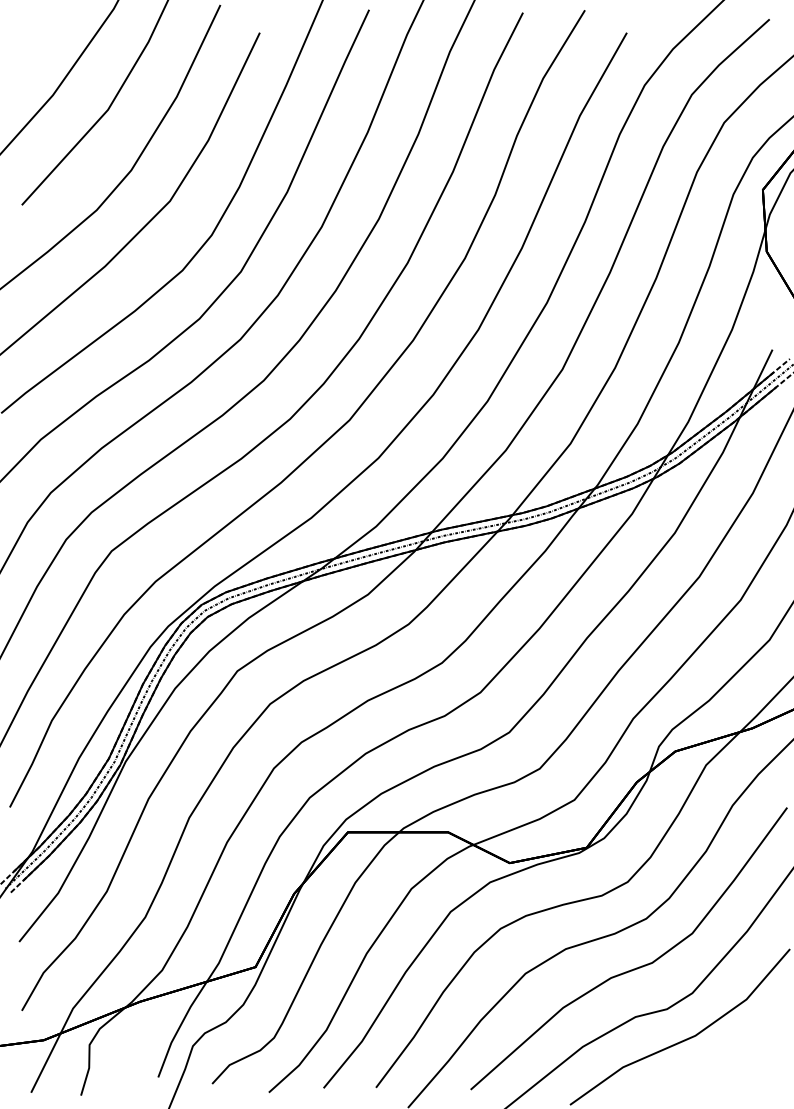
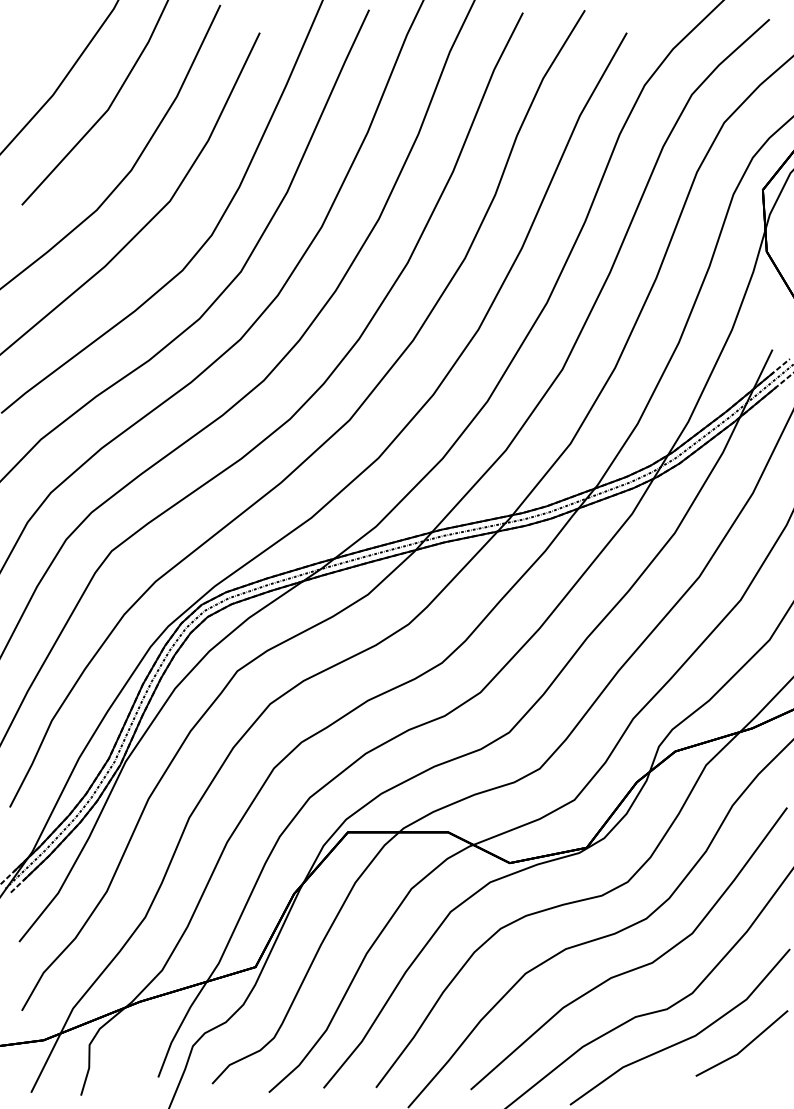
part at (741, 1043): none -> present
